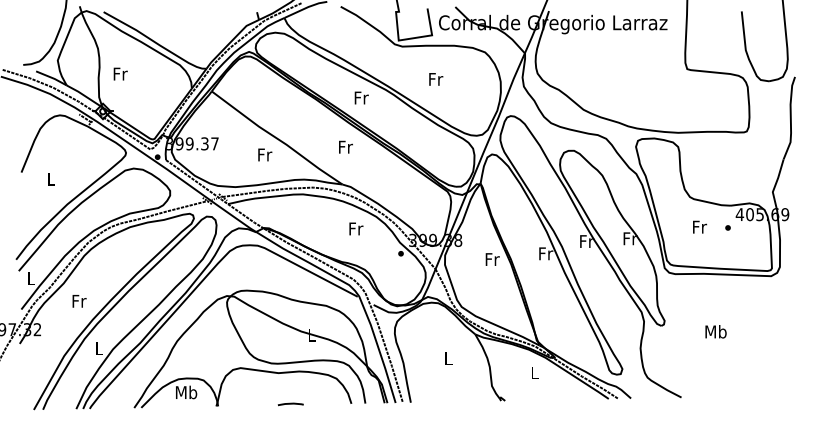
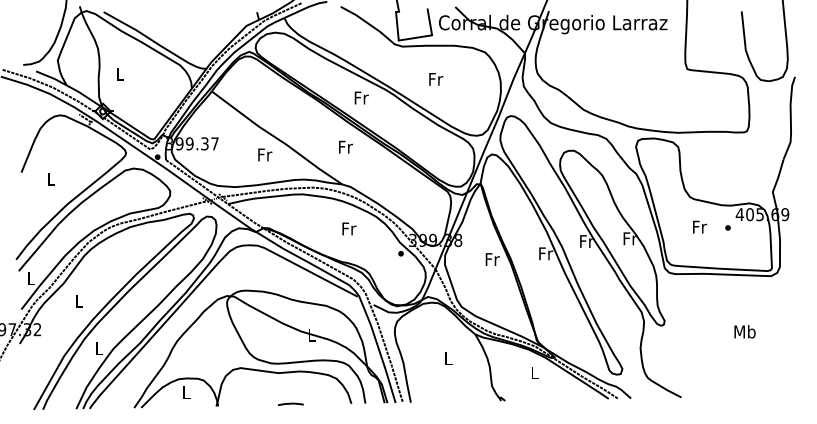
text at (120, 73): Fr -> L
text at (356, 228) position: (356, 228) -> (349, 228)
text at (79, 300): Fr -> L
text at (715, 331) position: (715, 331) -> (744, 331)
text at (186, 392): Mb -> L
